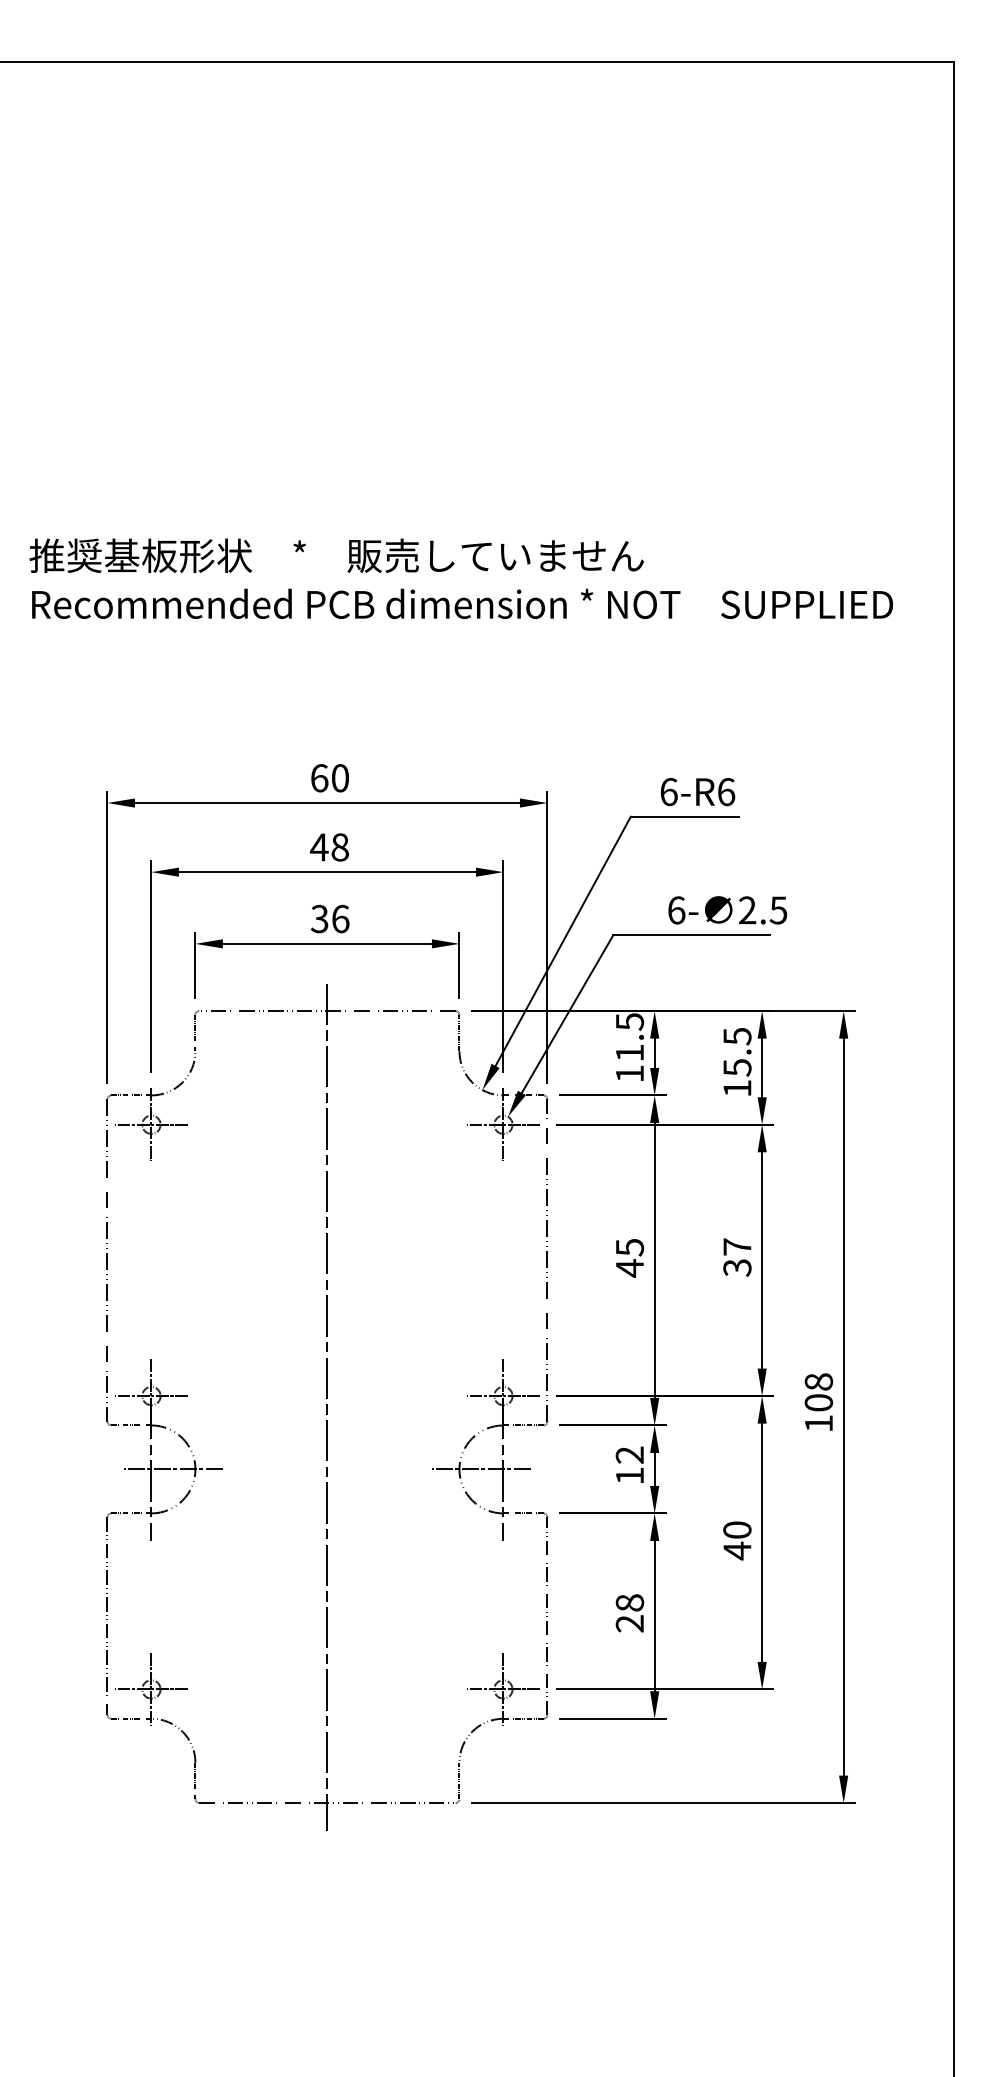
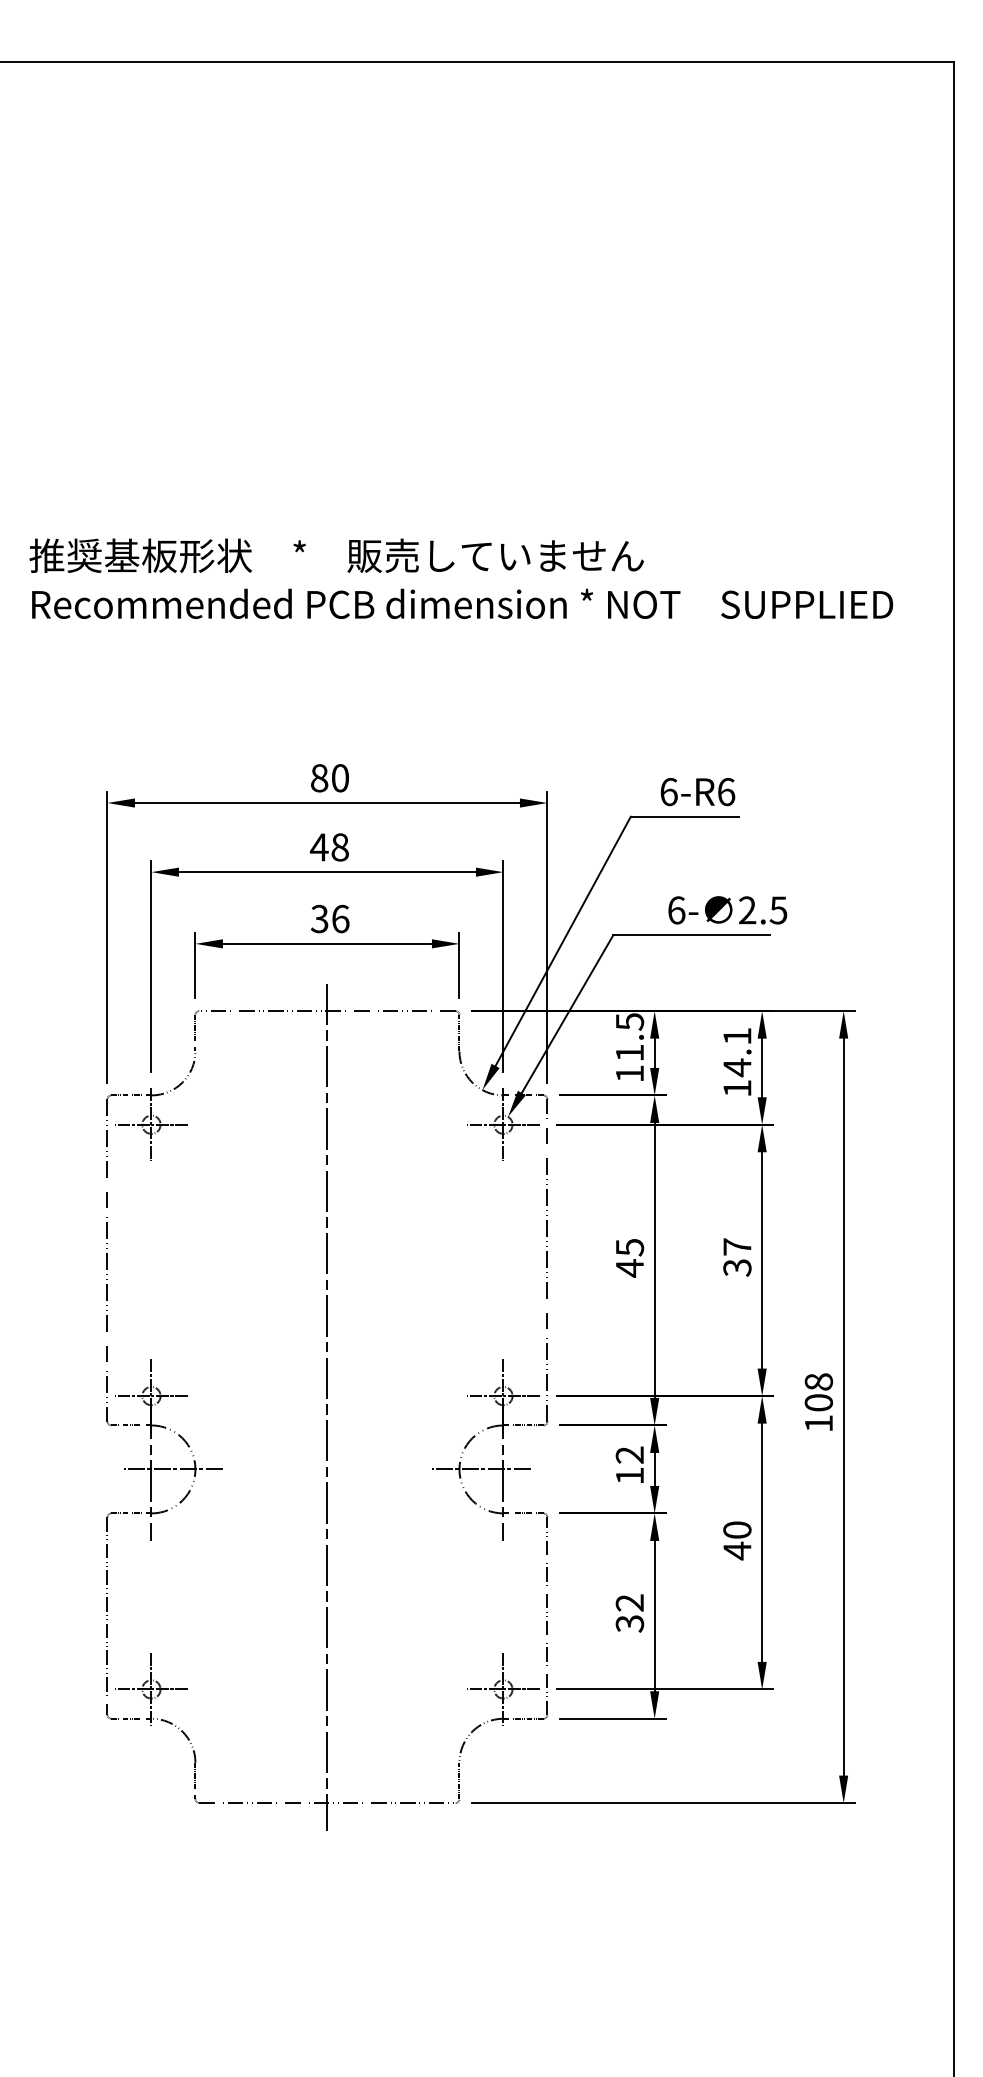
text at (319, 778): 60 -> 80
text at (737, 1052): 15.5 -> 14.1
text at (629, 1613): 28 -> 32
